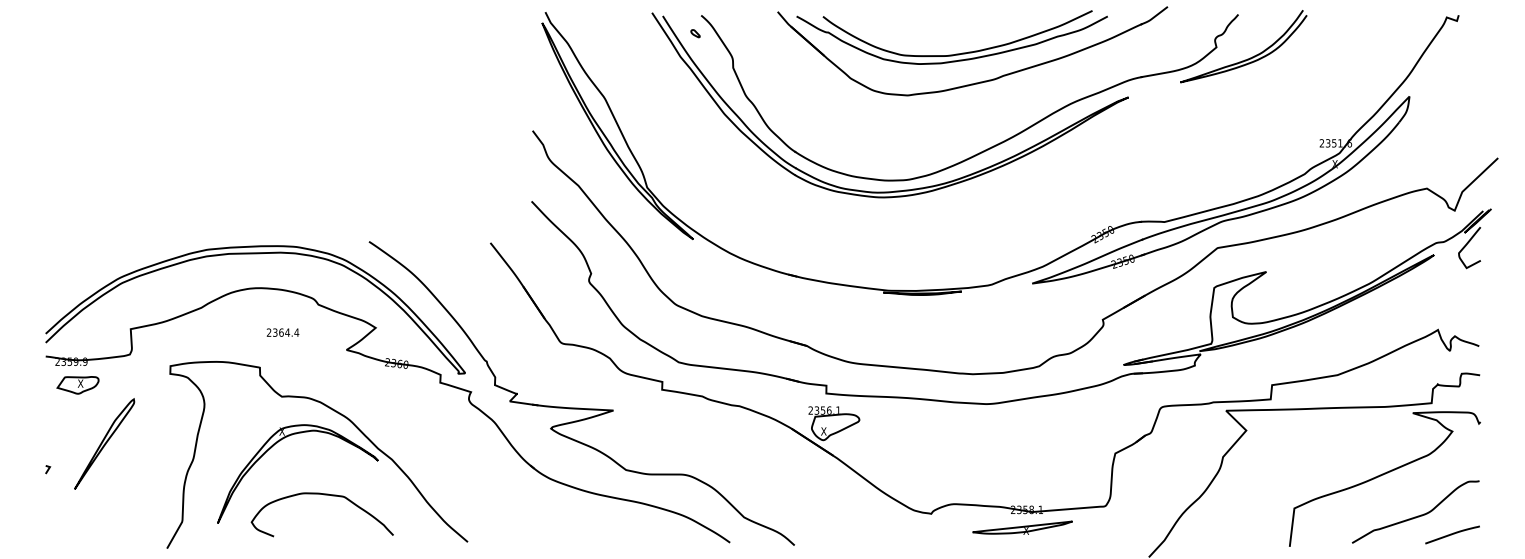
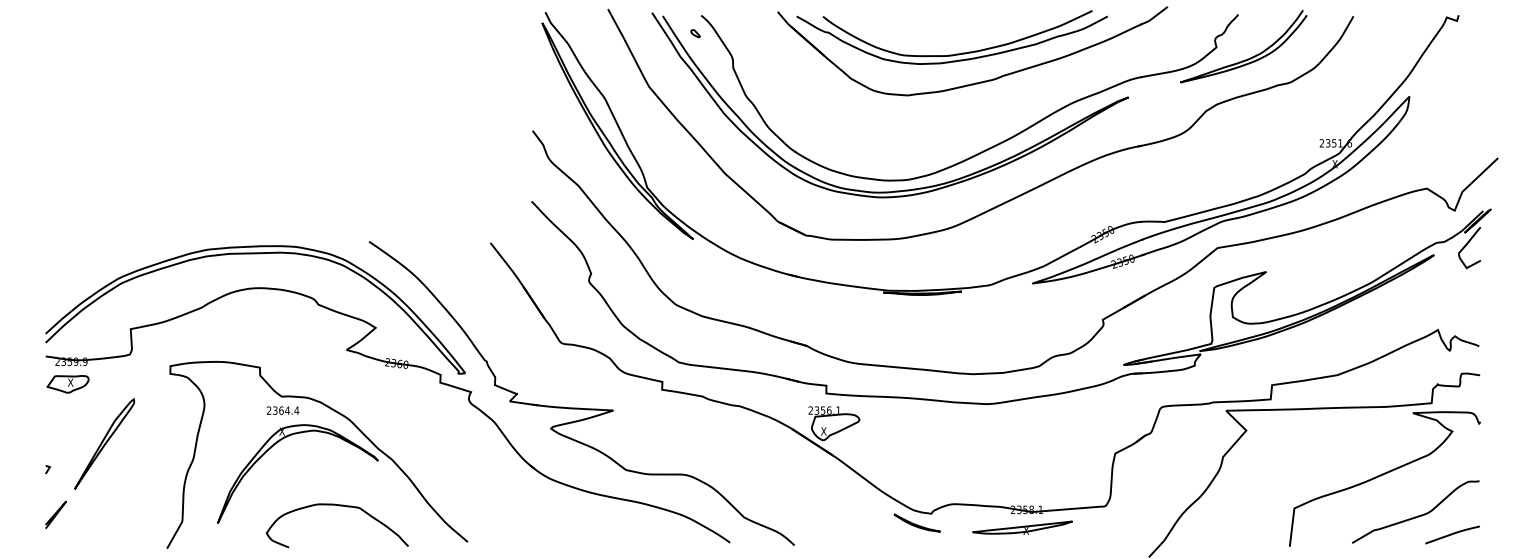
part at (1015, 196): none -> present
text at (282, 332) position: (282, 332) -> (282, 410)
part at (77, 385) position: (77, 385) -> (67, 384)
curve at (323, 495) position: (323, 495) -> (338, 506)
curve at (55, 514): none -> present
part at (916, 522): none -> present
